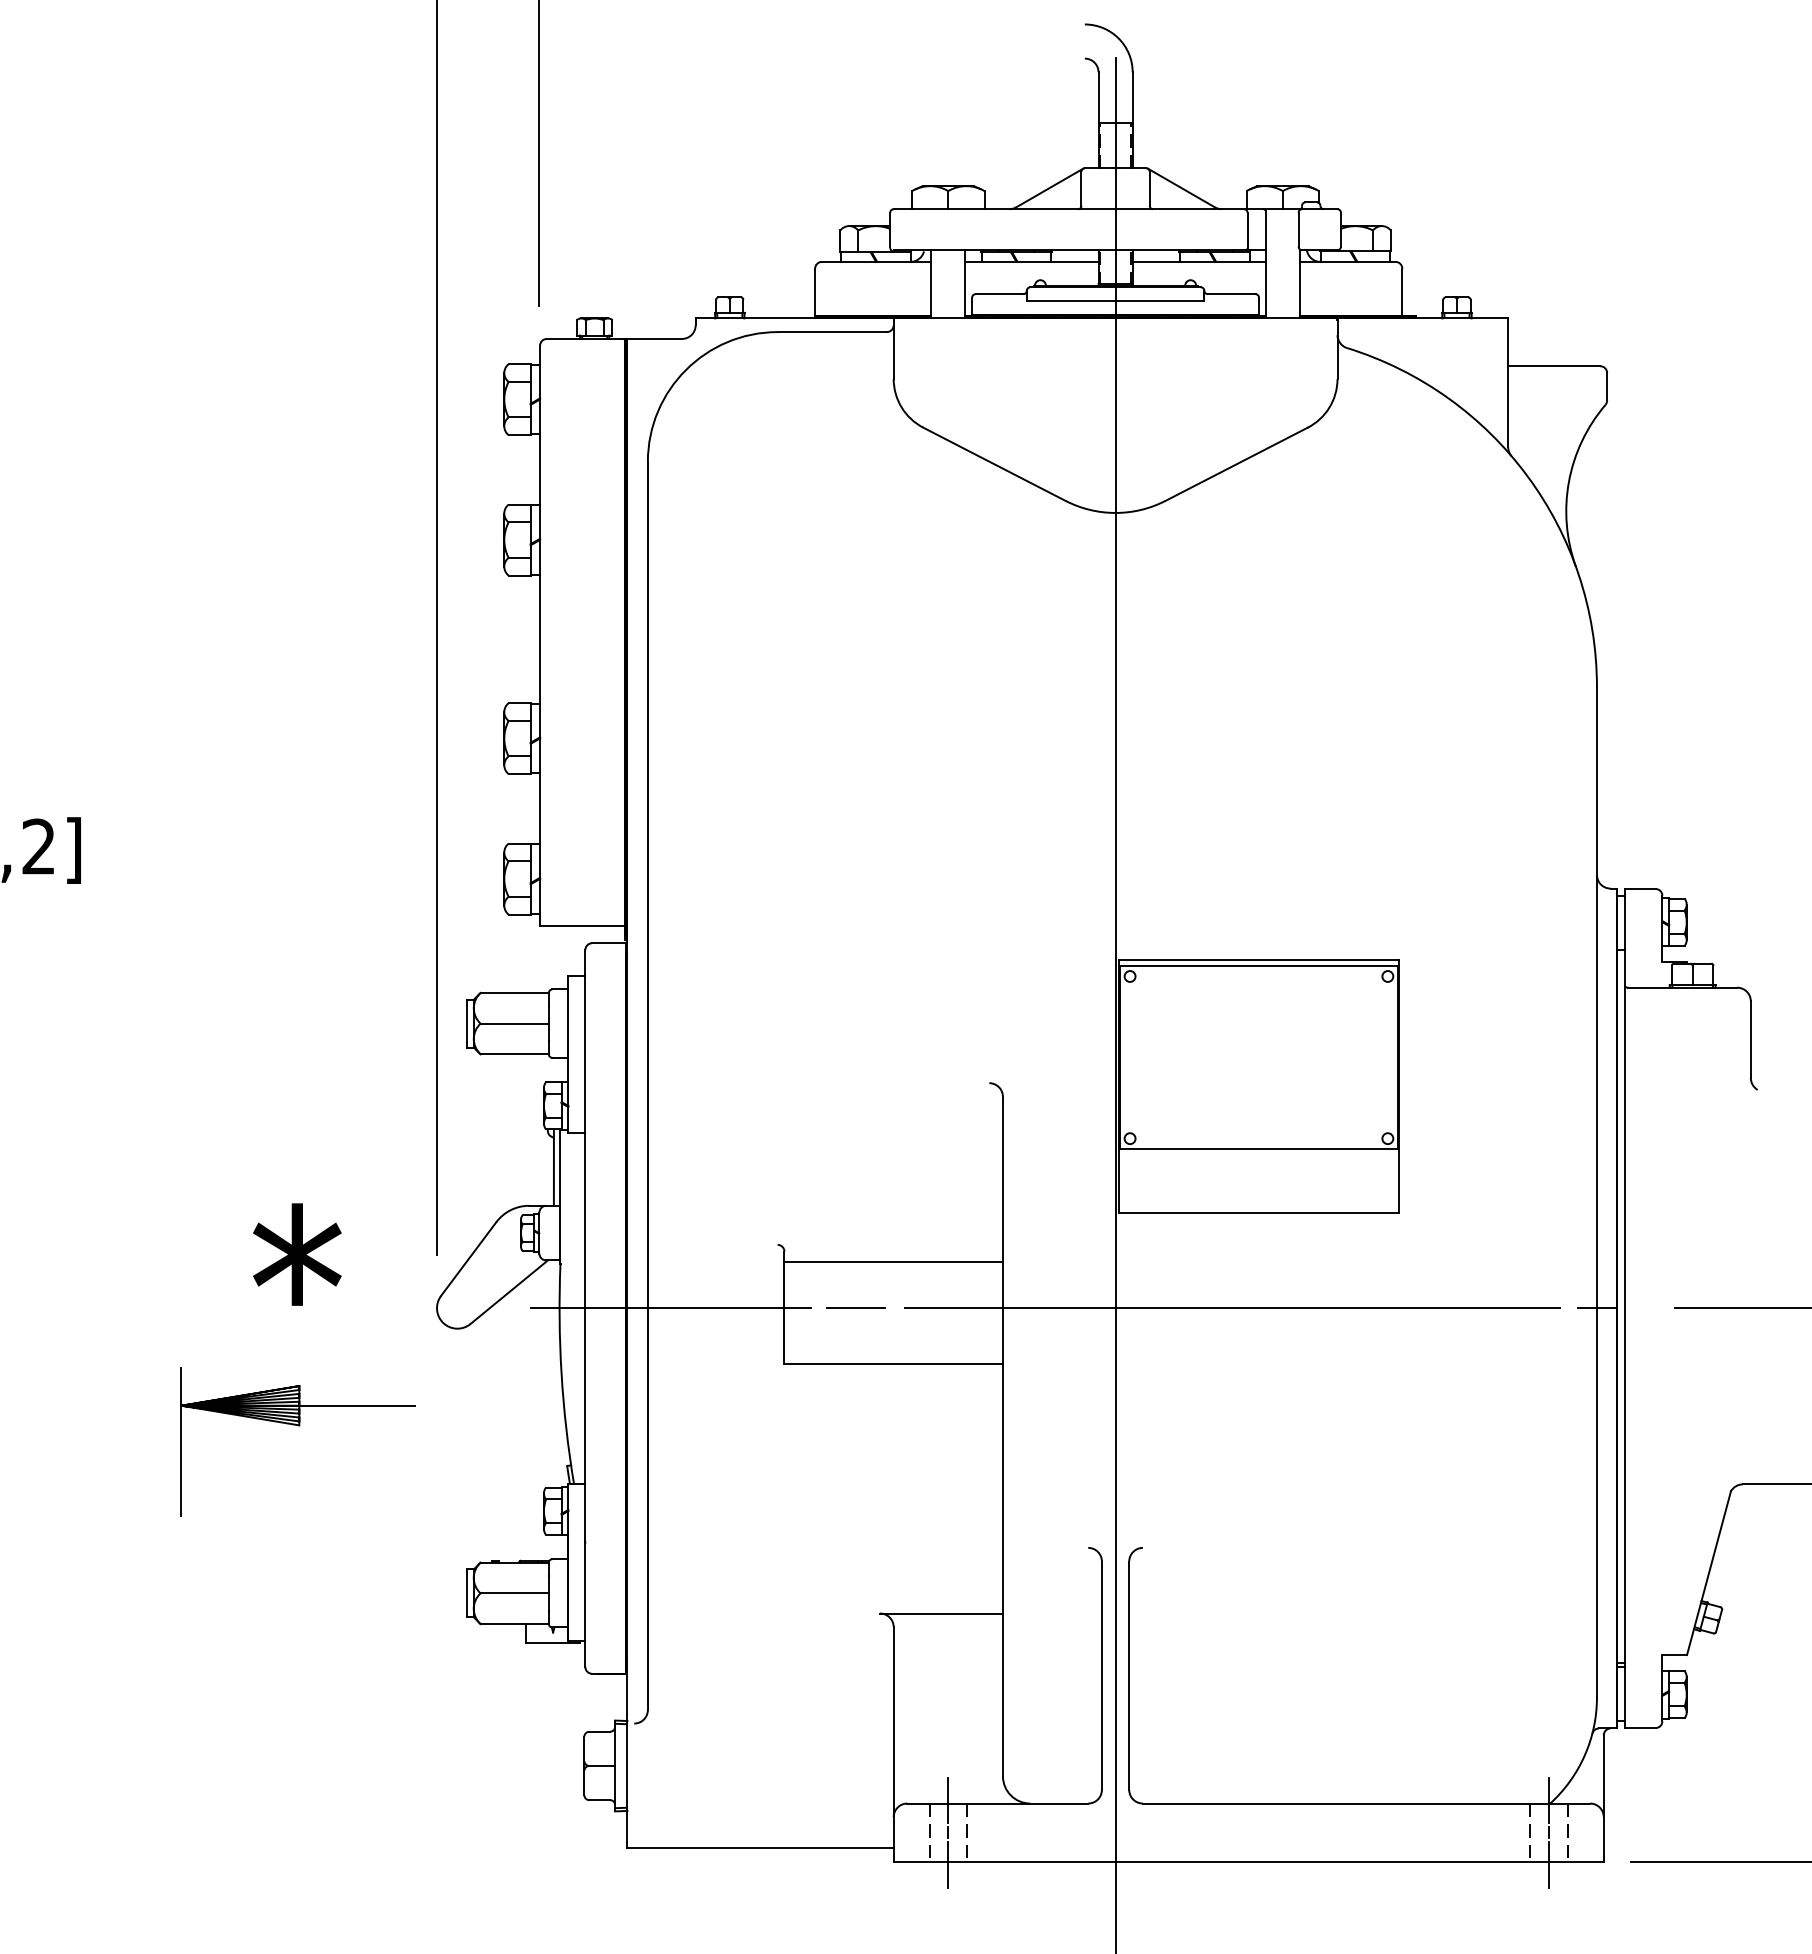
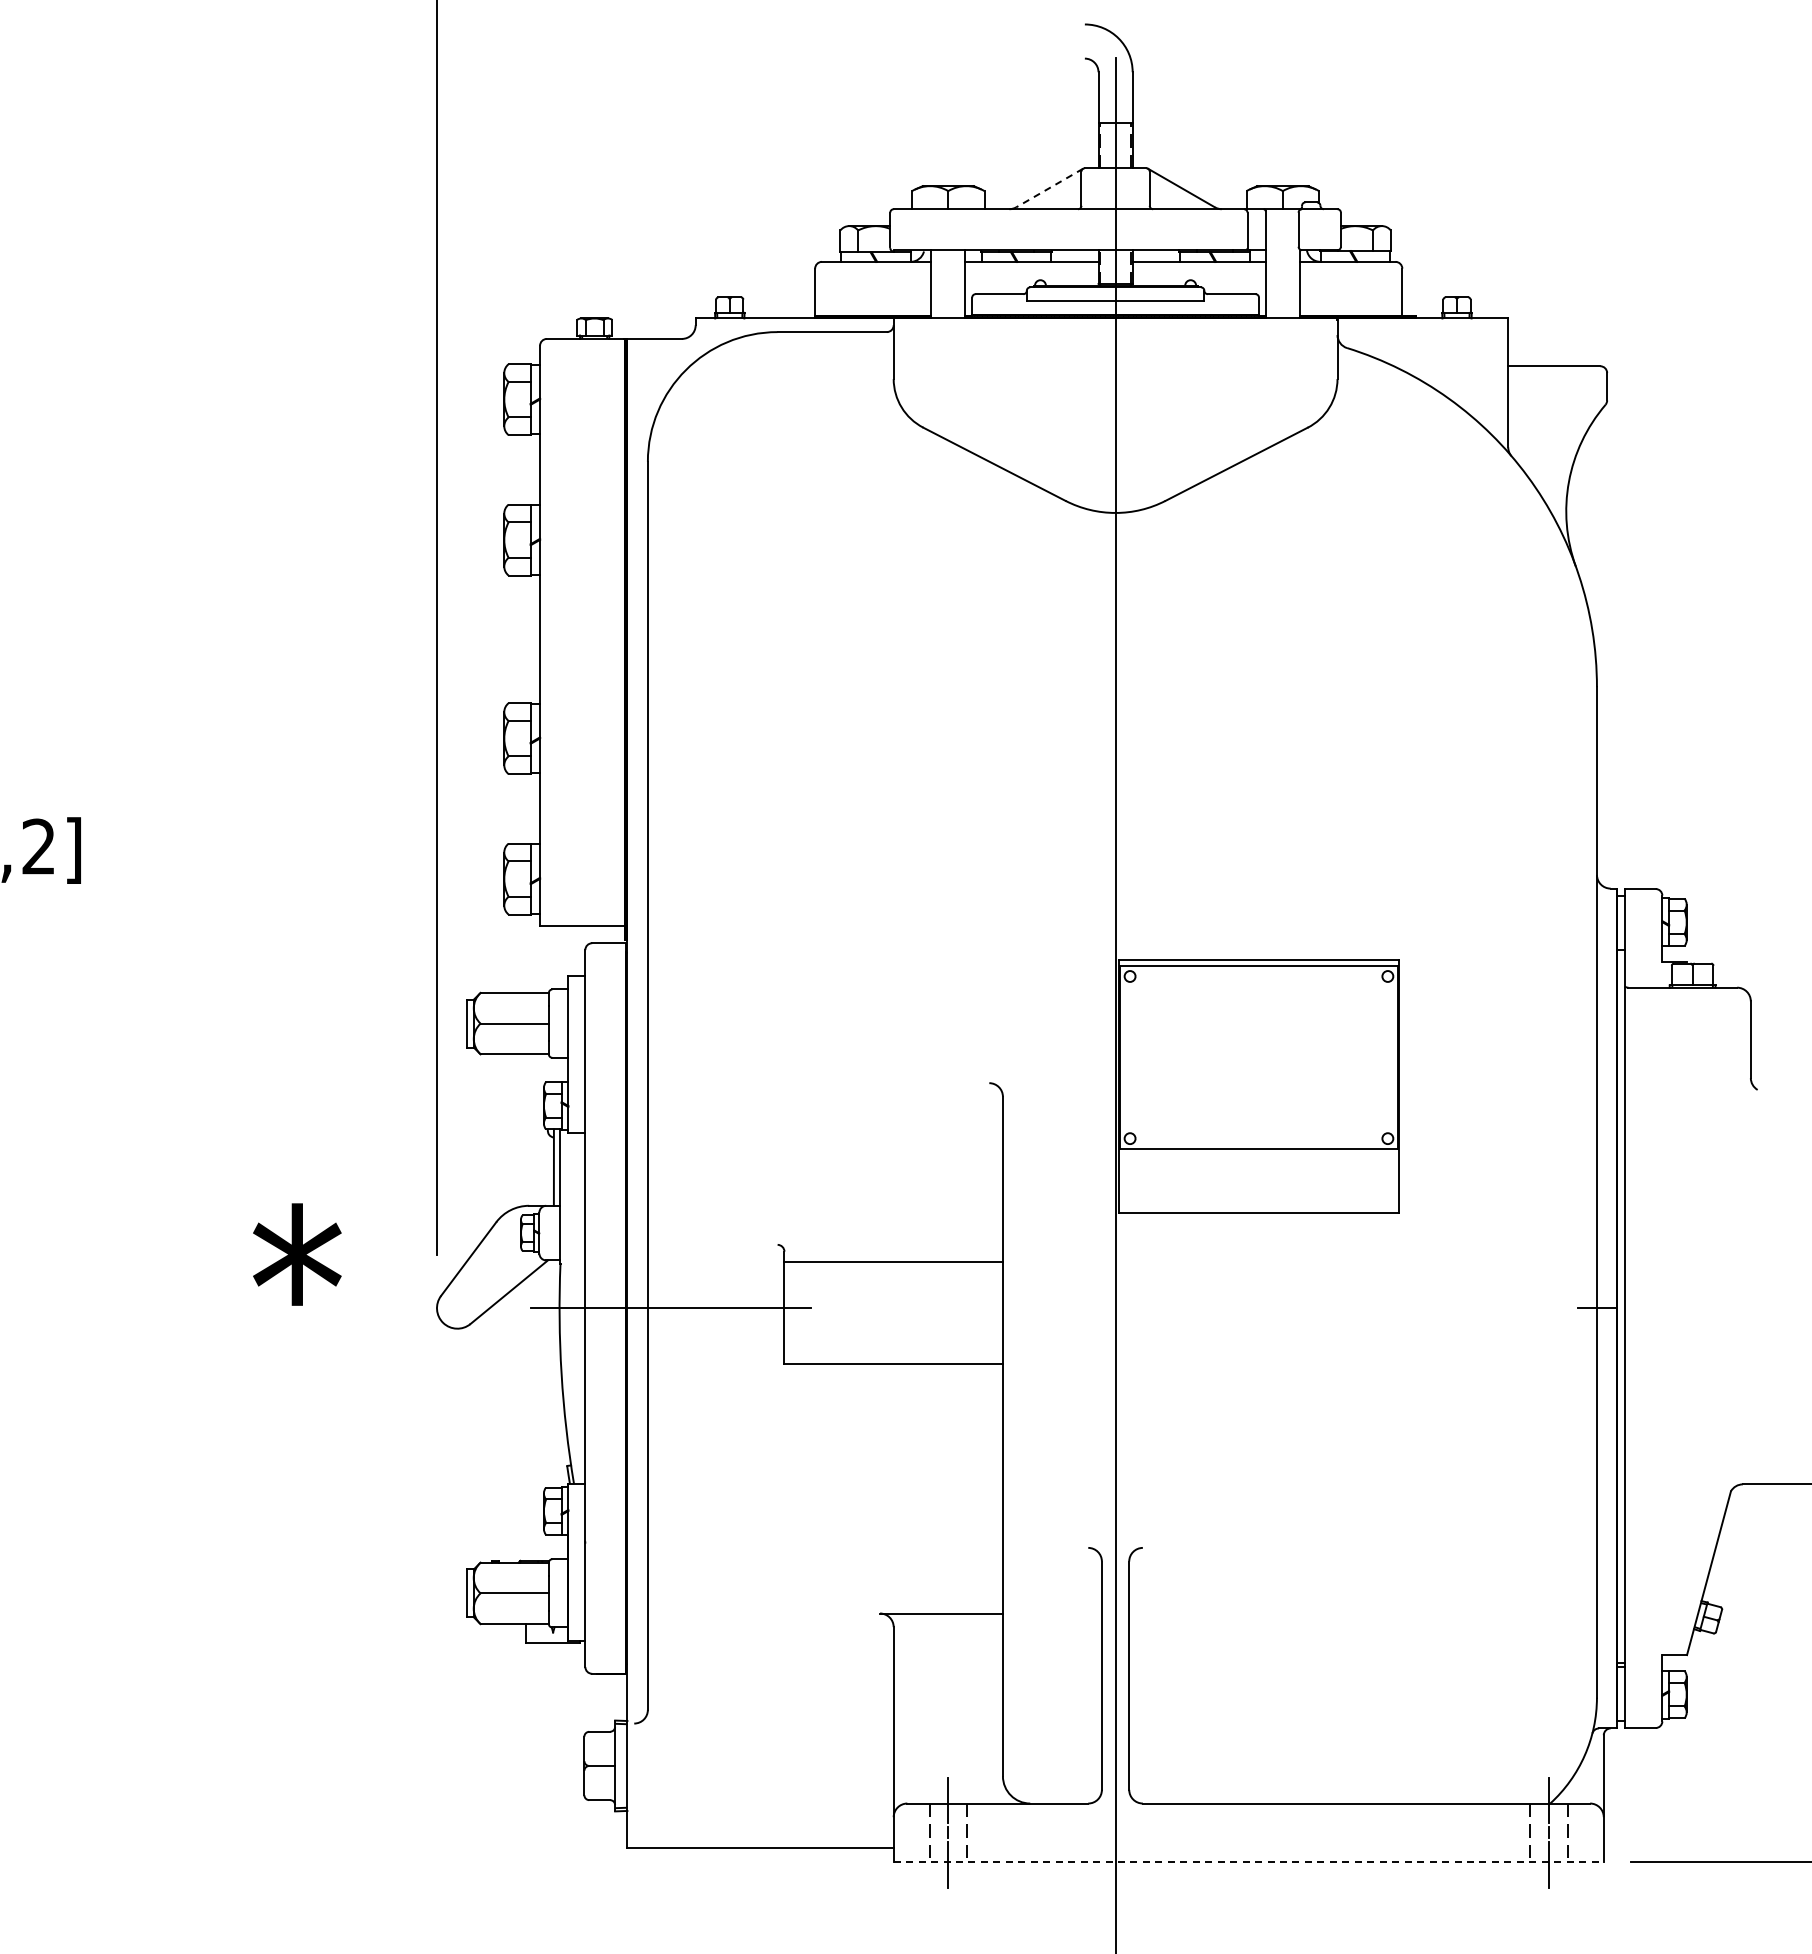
line at (538, 153): present -> none
line at (1049, 188): solid -> dashed
line at (855, 1307): present -> none
line at (1232, 1308): present -> none
line at (1741, 1308): present -> none
part at (298, 1426): present -> none
line at (1249, 1861): solid -> dashed
